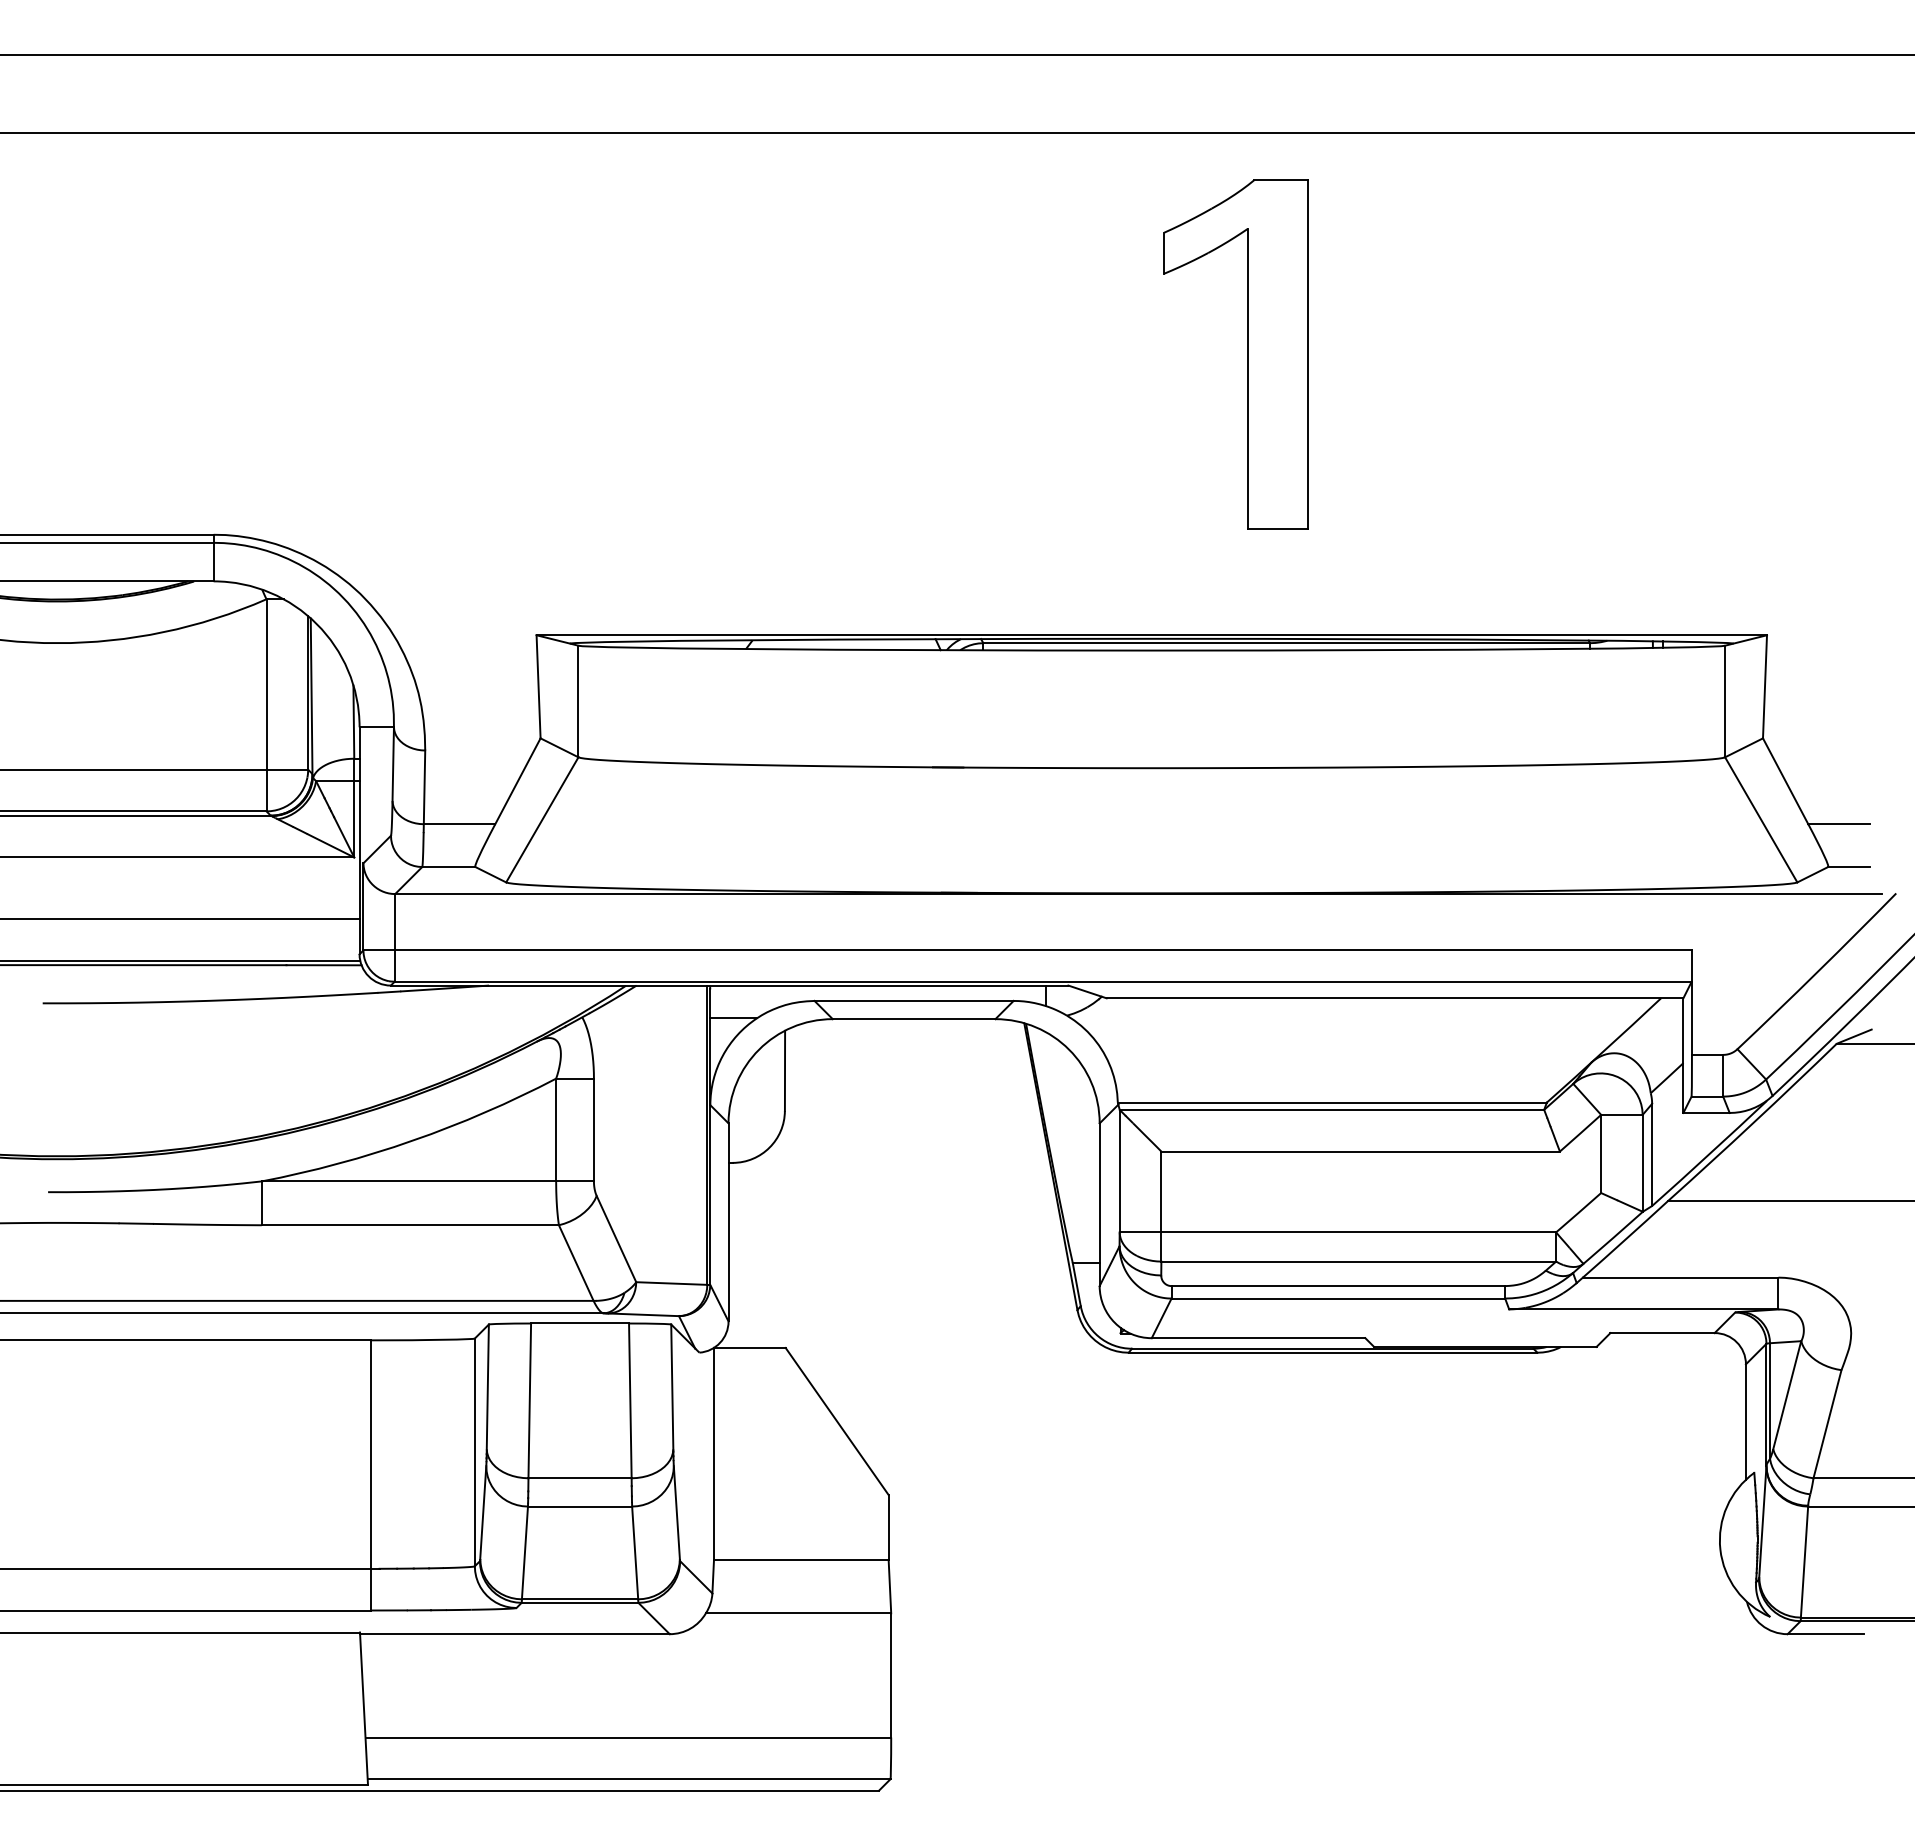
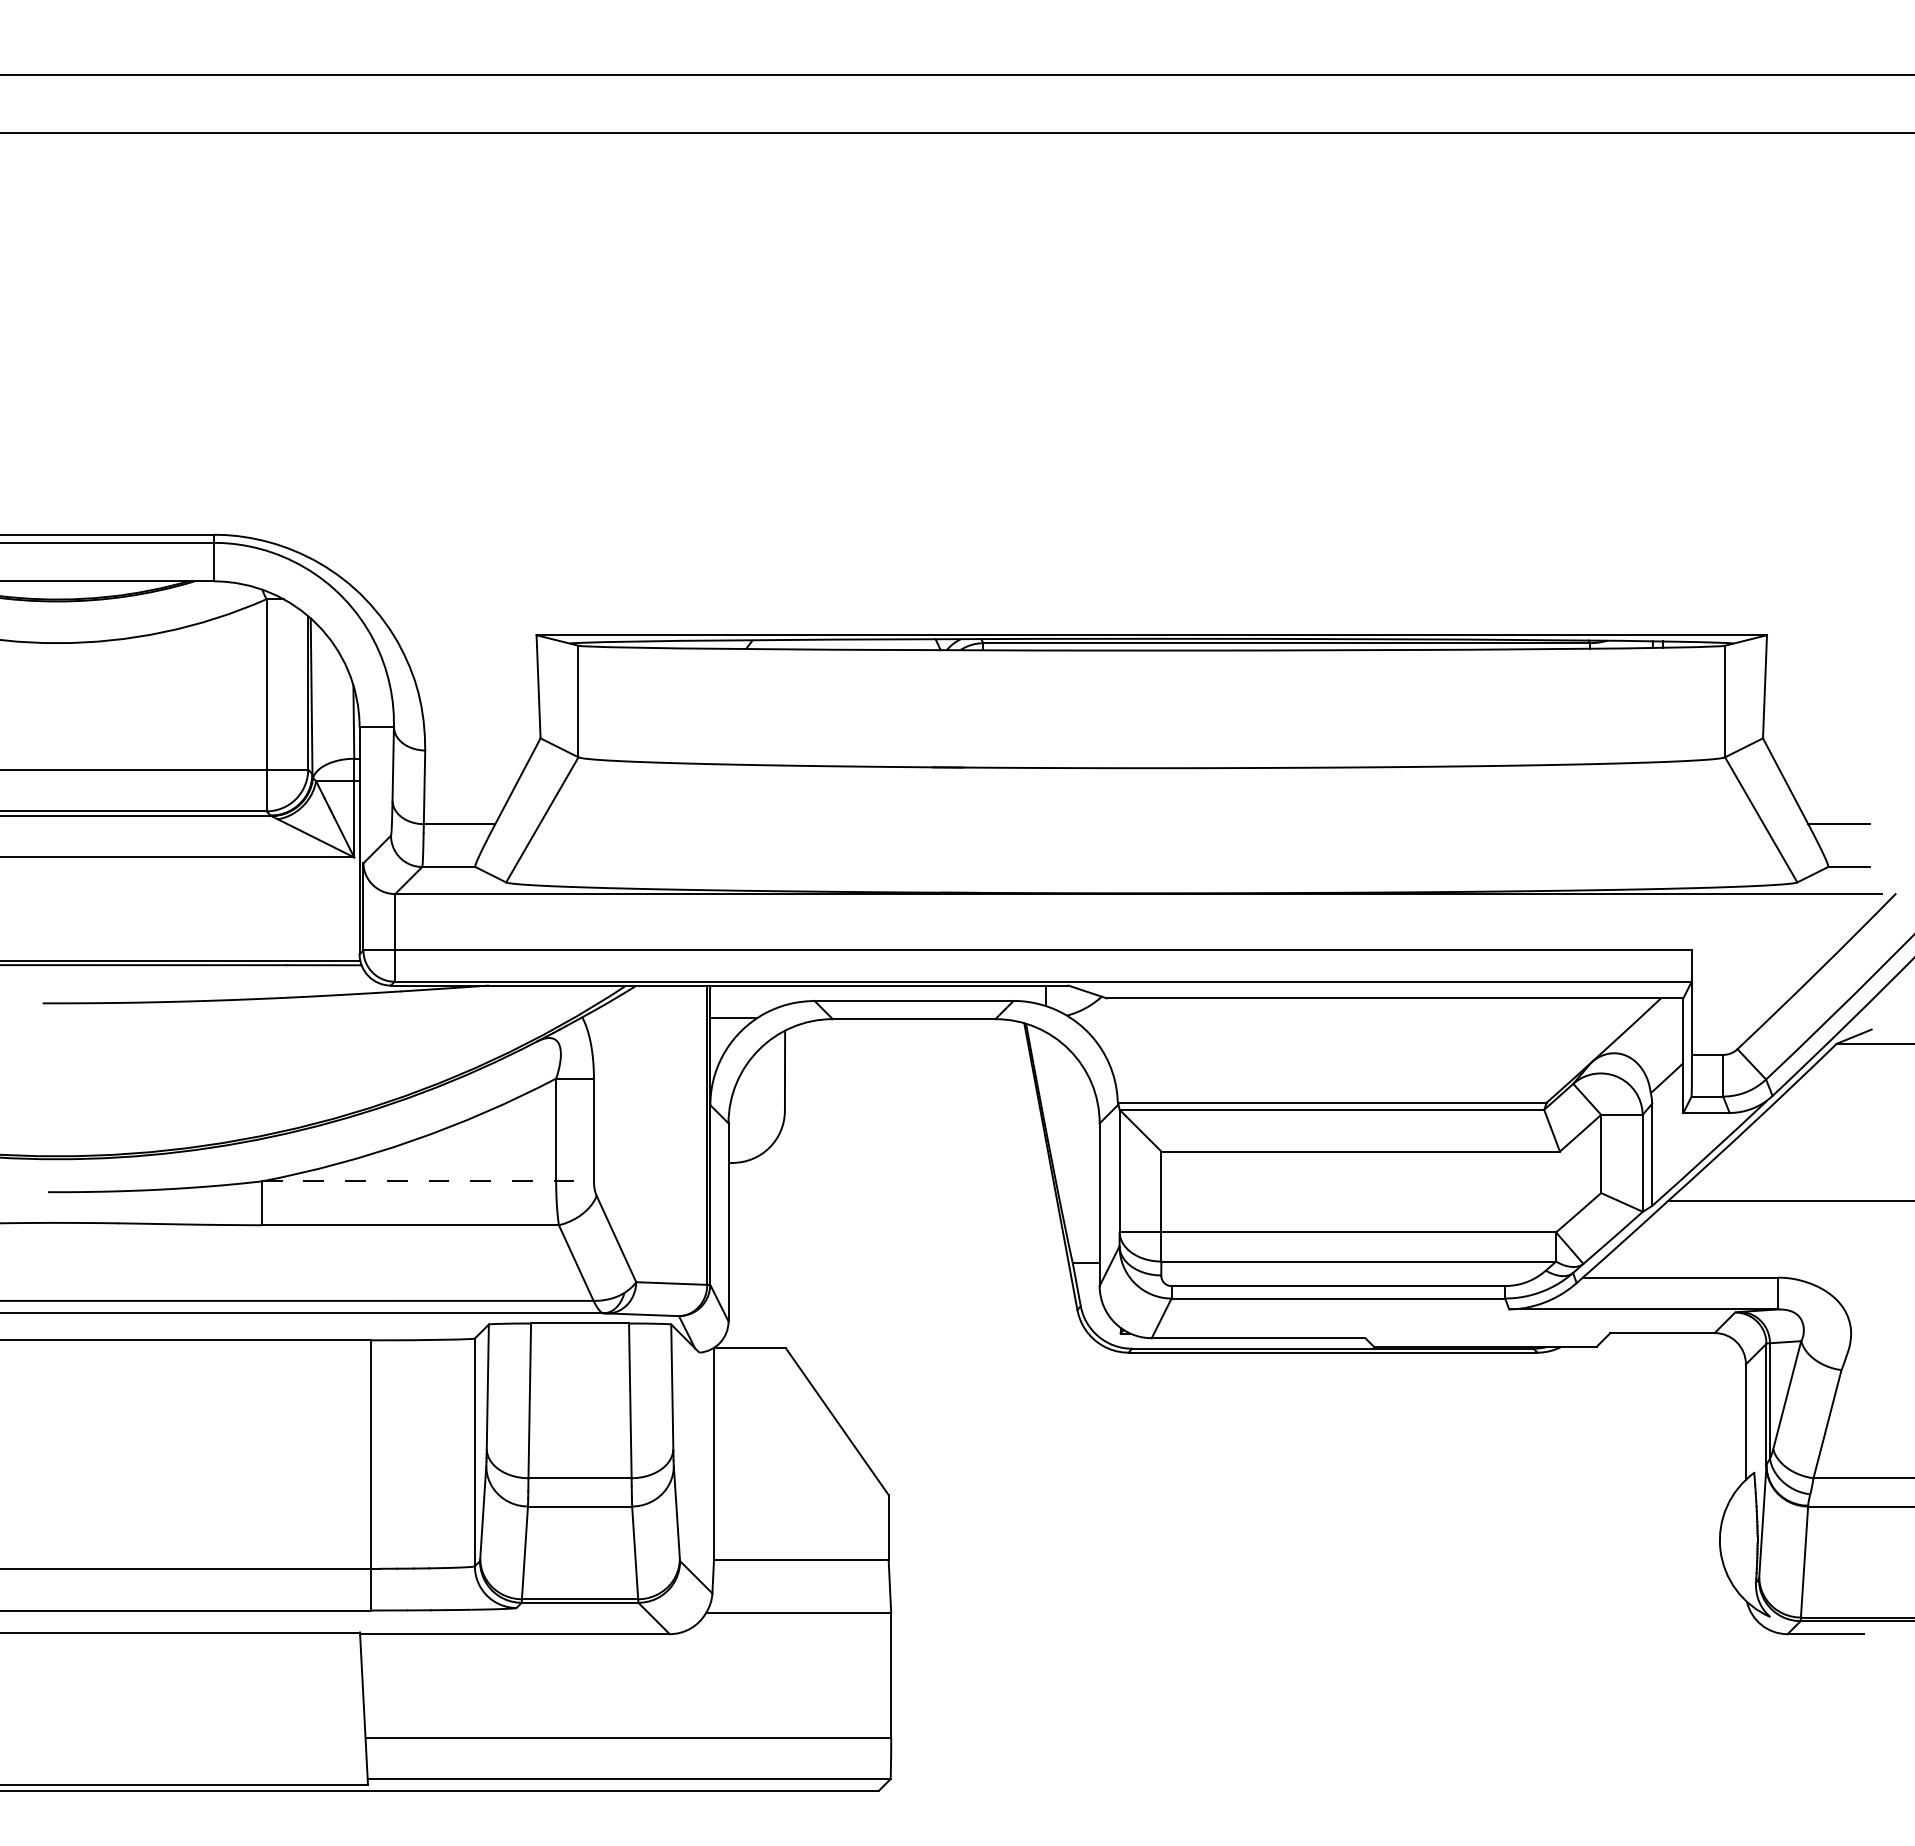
line at (956, 55) position: (956, 55) -> (956, 75)
part at (1247, 354): present -> none
line at (180, 919): present -> none
line at (428, 1181): solid -> dashed
